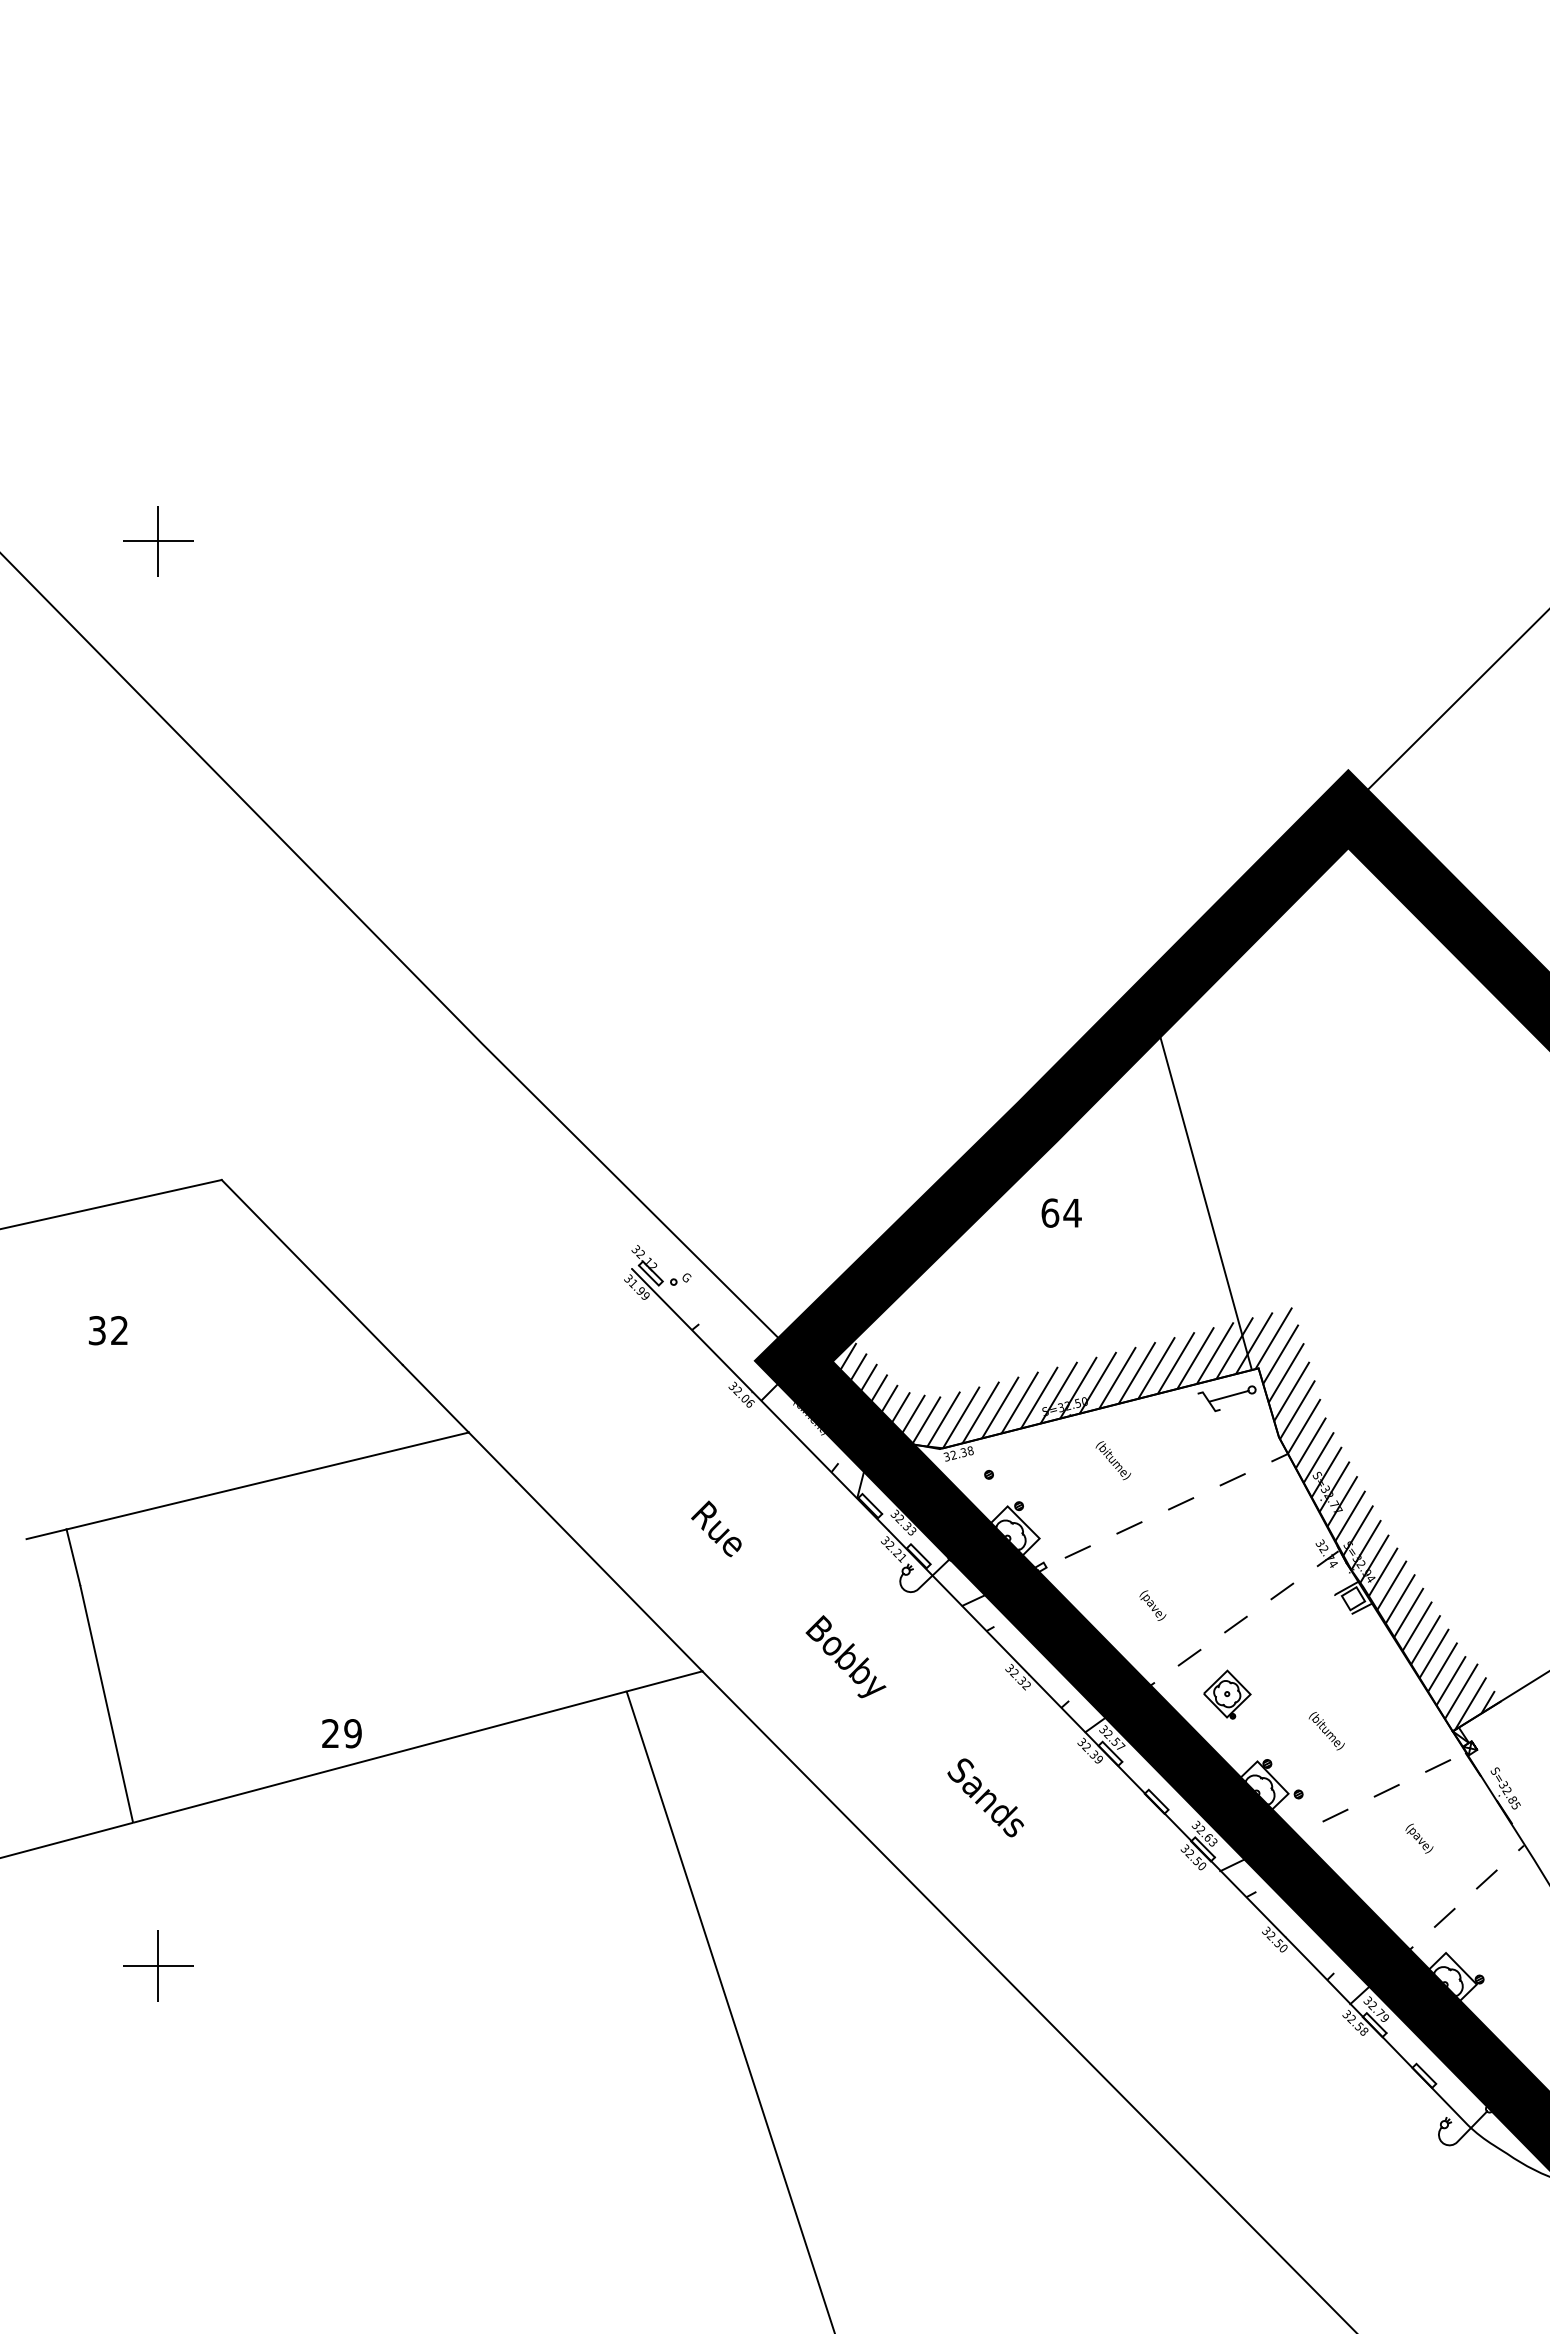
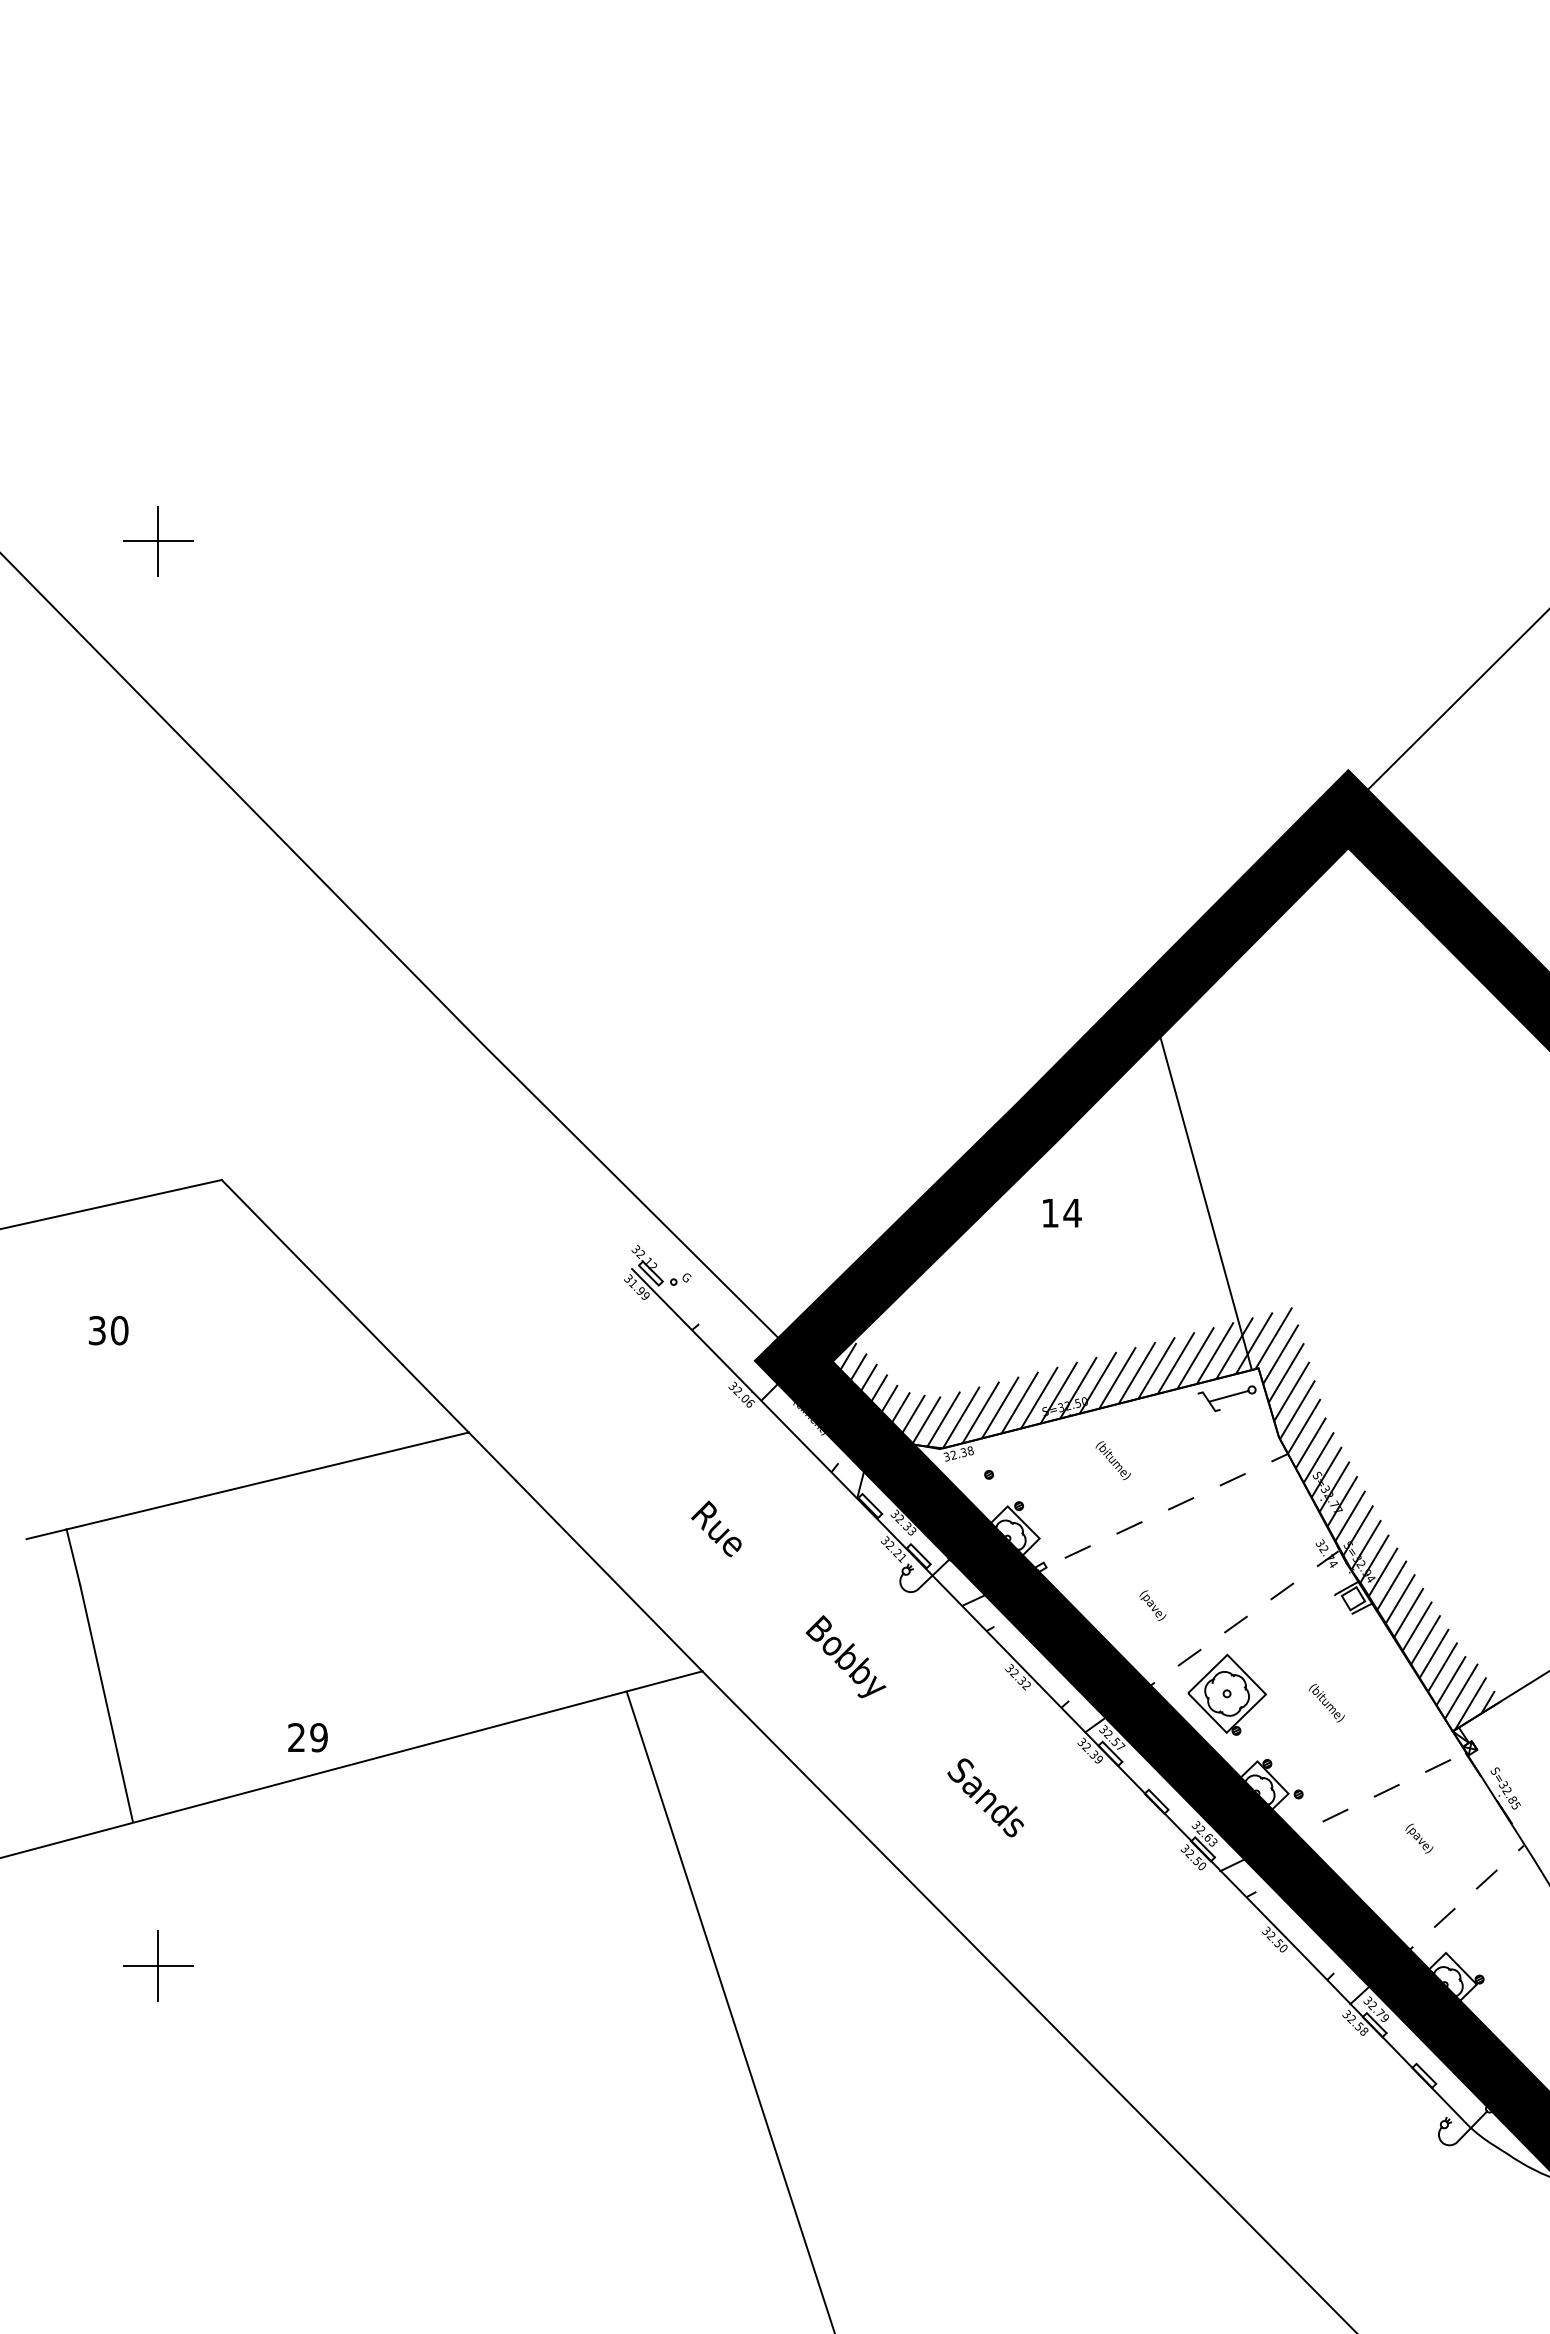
text at (1050, 1212): 64 -> 14
text at (119, 1330): 32 -> 30
part at (1227, 1694) size: 49x51 px -> 81x83 px
text at (1326, 1731) position: (1326, 1731) -> (1326, 1703)
text at (341, 1733) position: (341, 1733) -> (307, 1737)
